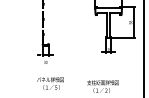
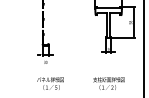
text at (102, 86) position: (102, 86) -> (108, 83)
